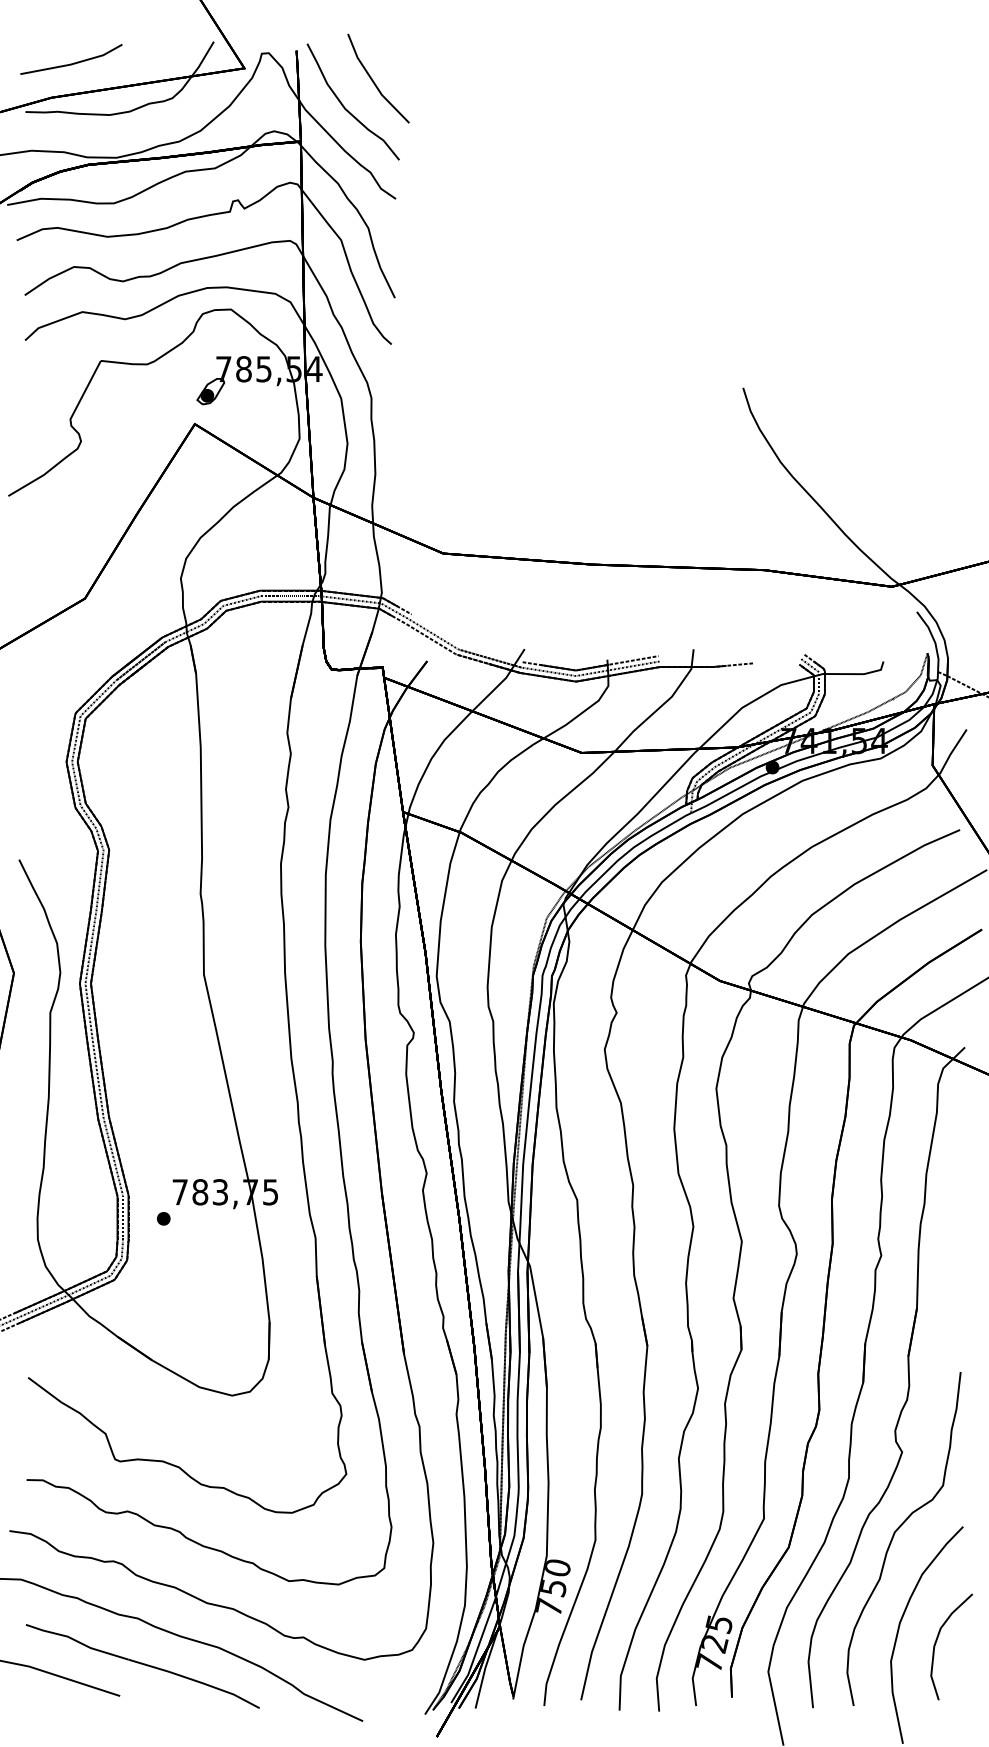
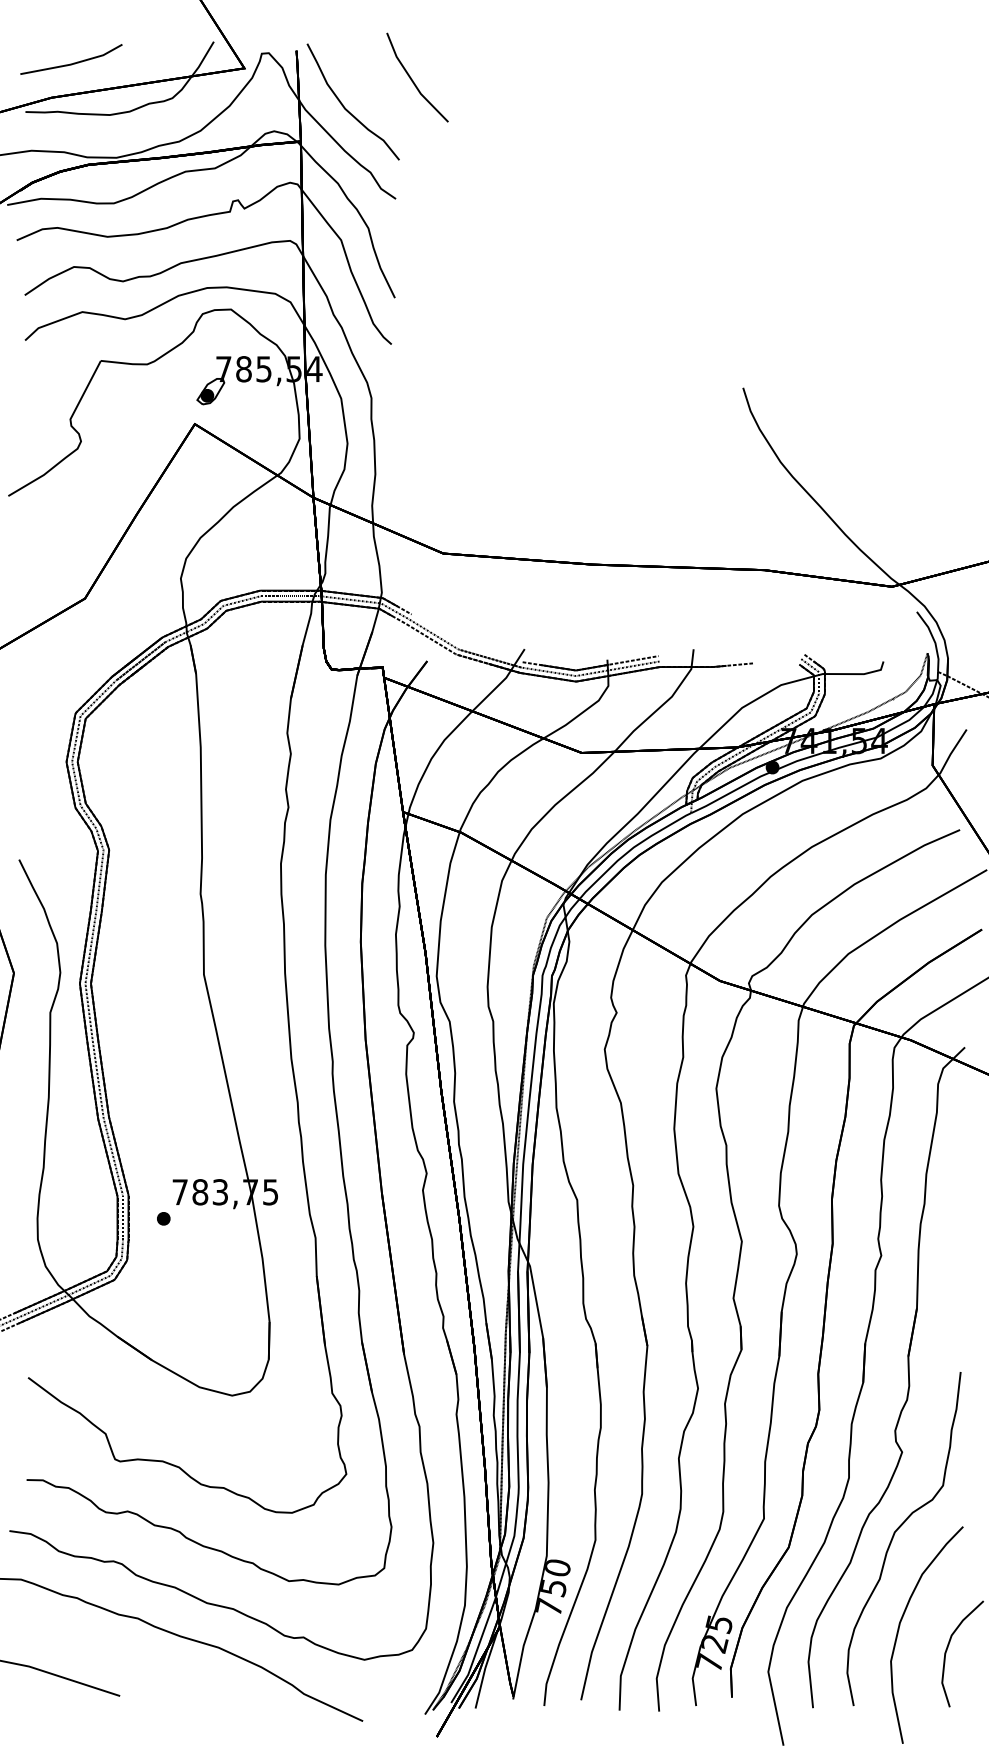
line at (374, 81) position: (374, 81) -> (413, 80)
part at (937, 1640) position: (937, 1640) -> (948, 1647)
part at (142, 1666): present -> none
